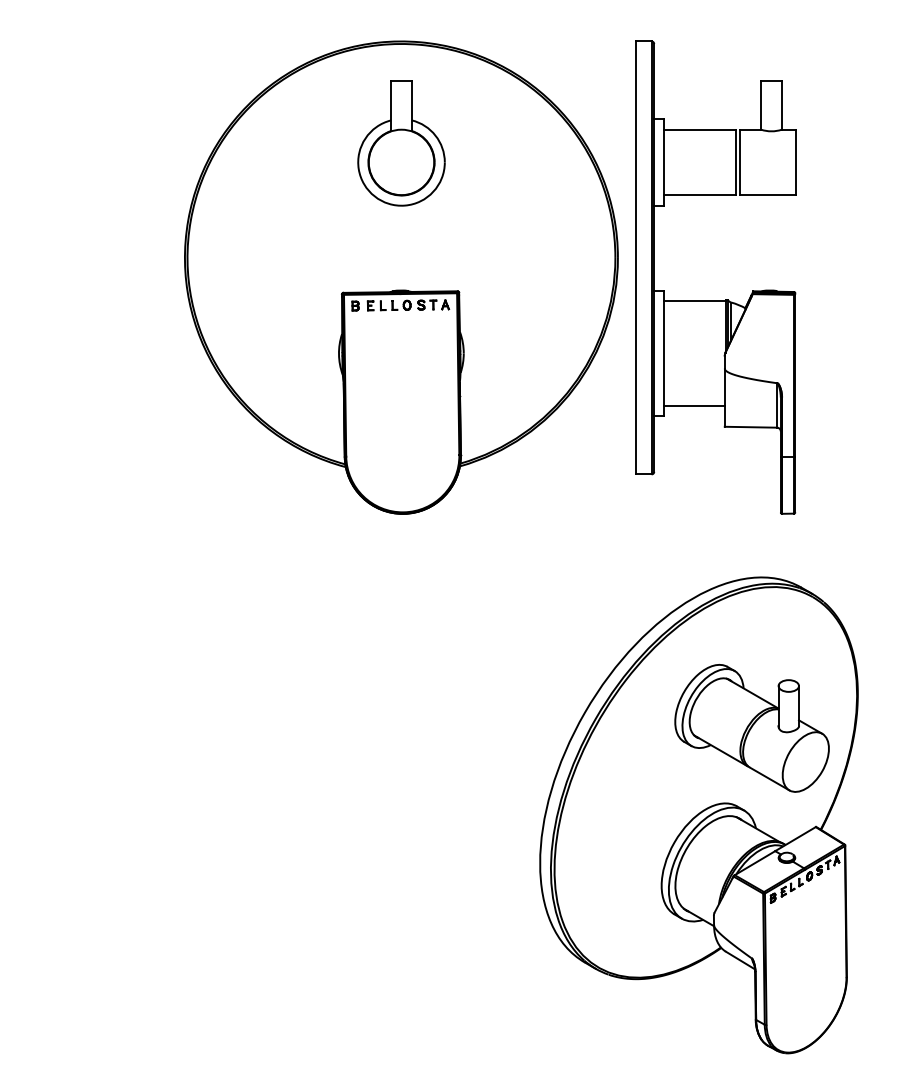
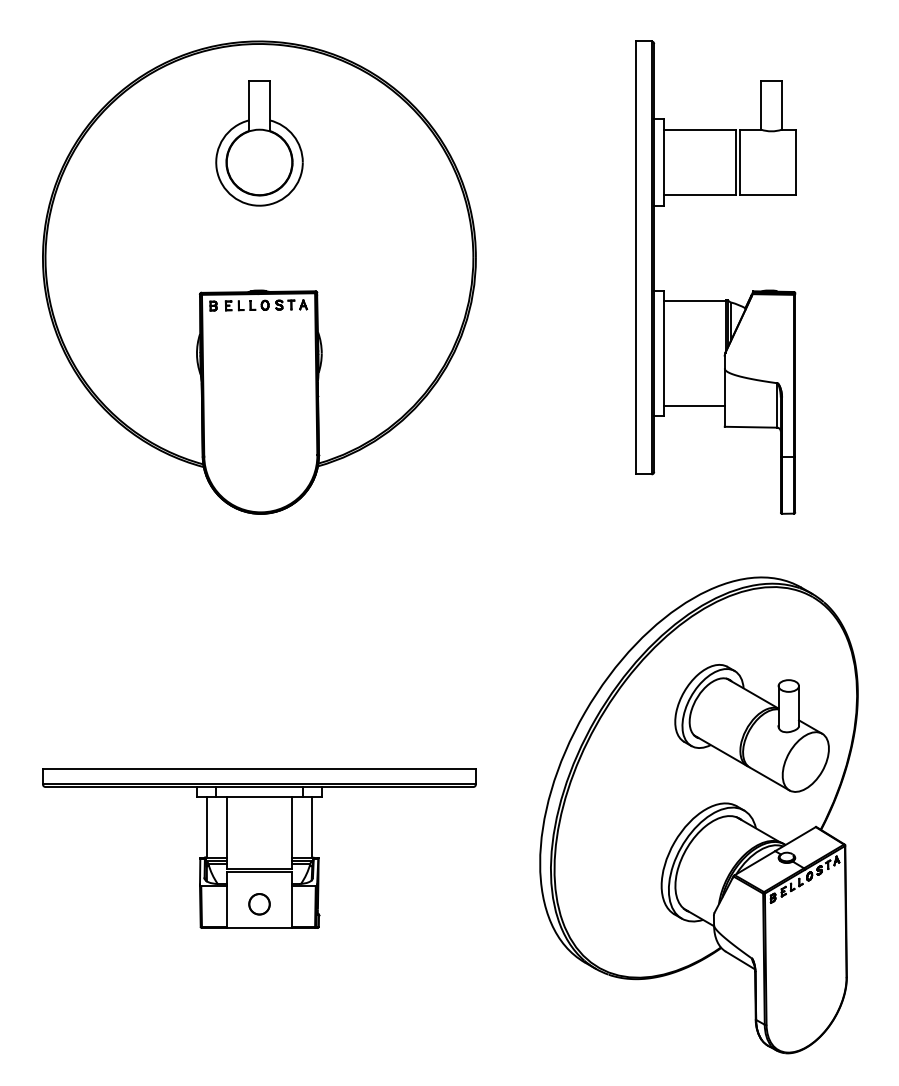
part at (401, 277) position: (401, 277) -> (259, 277)
part at (259, 848): none -> present
